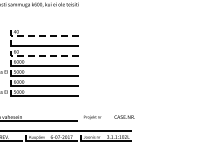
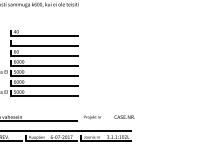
line at (40, 35): dashed -> solid
line at (40, 55): dashed -> solid
